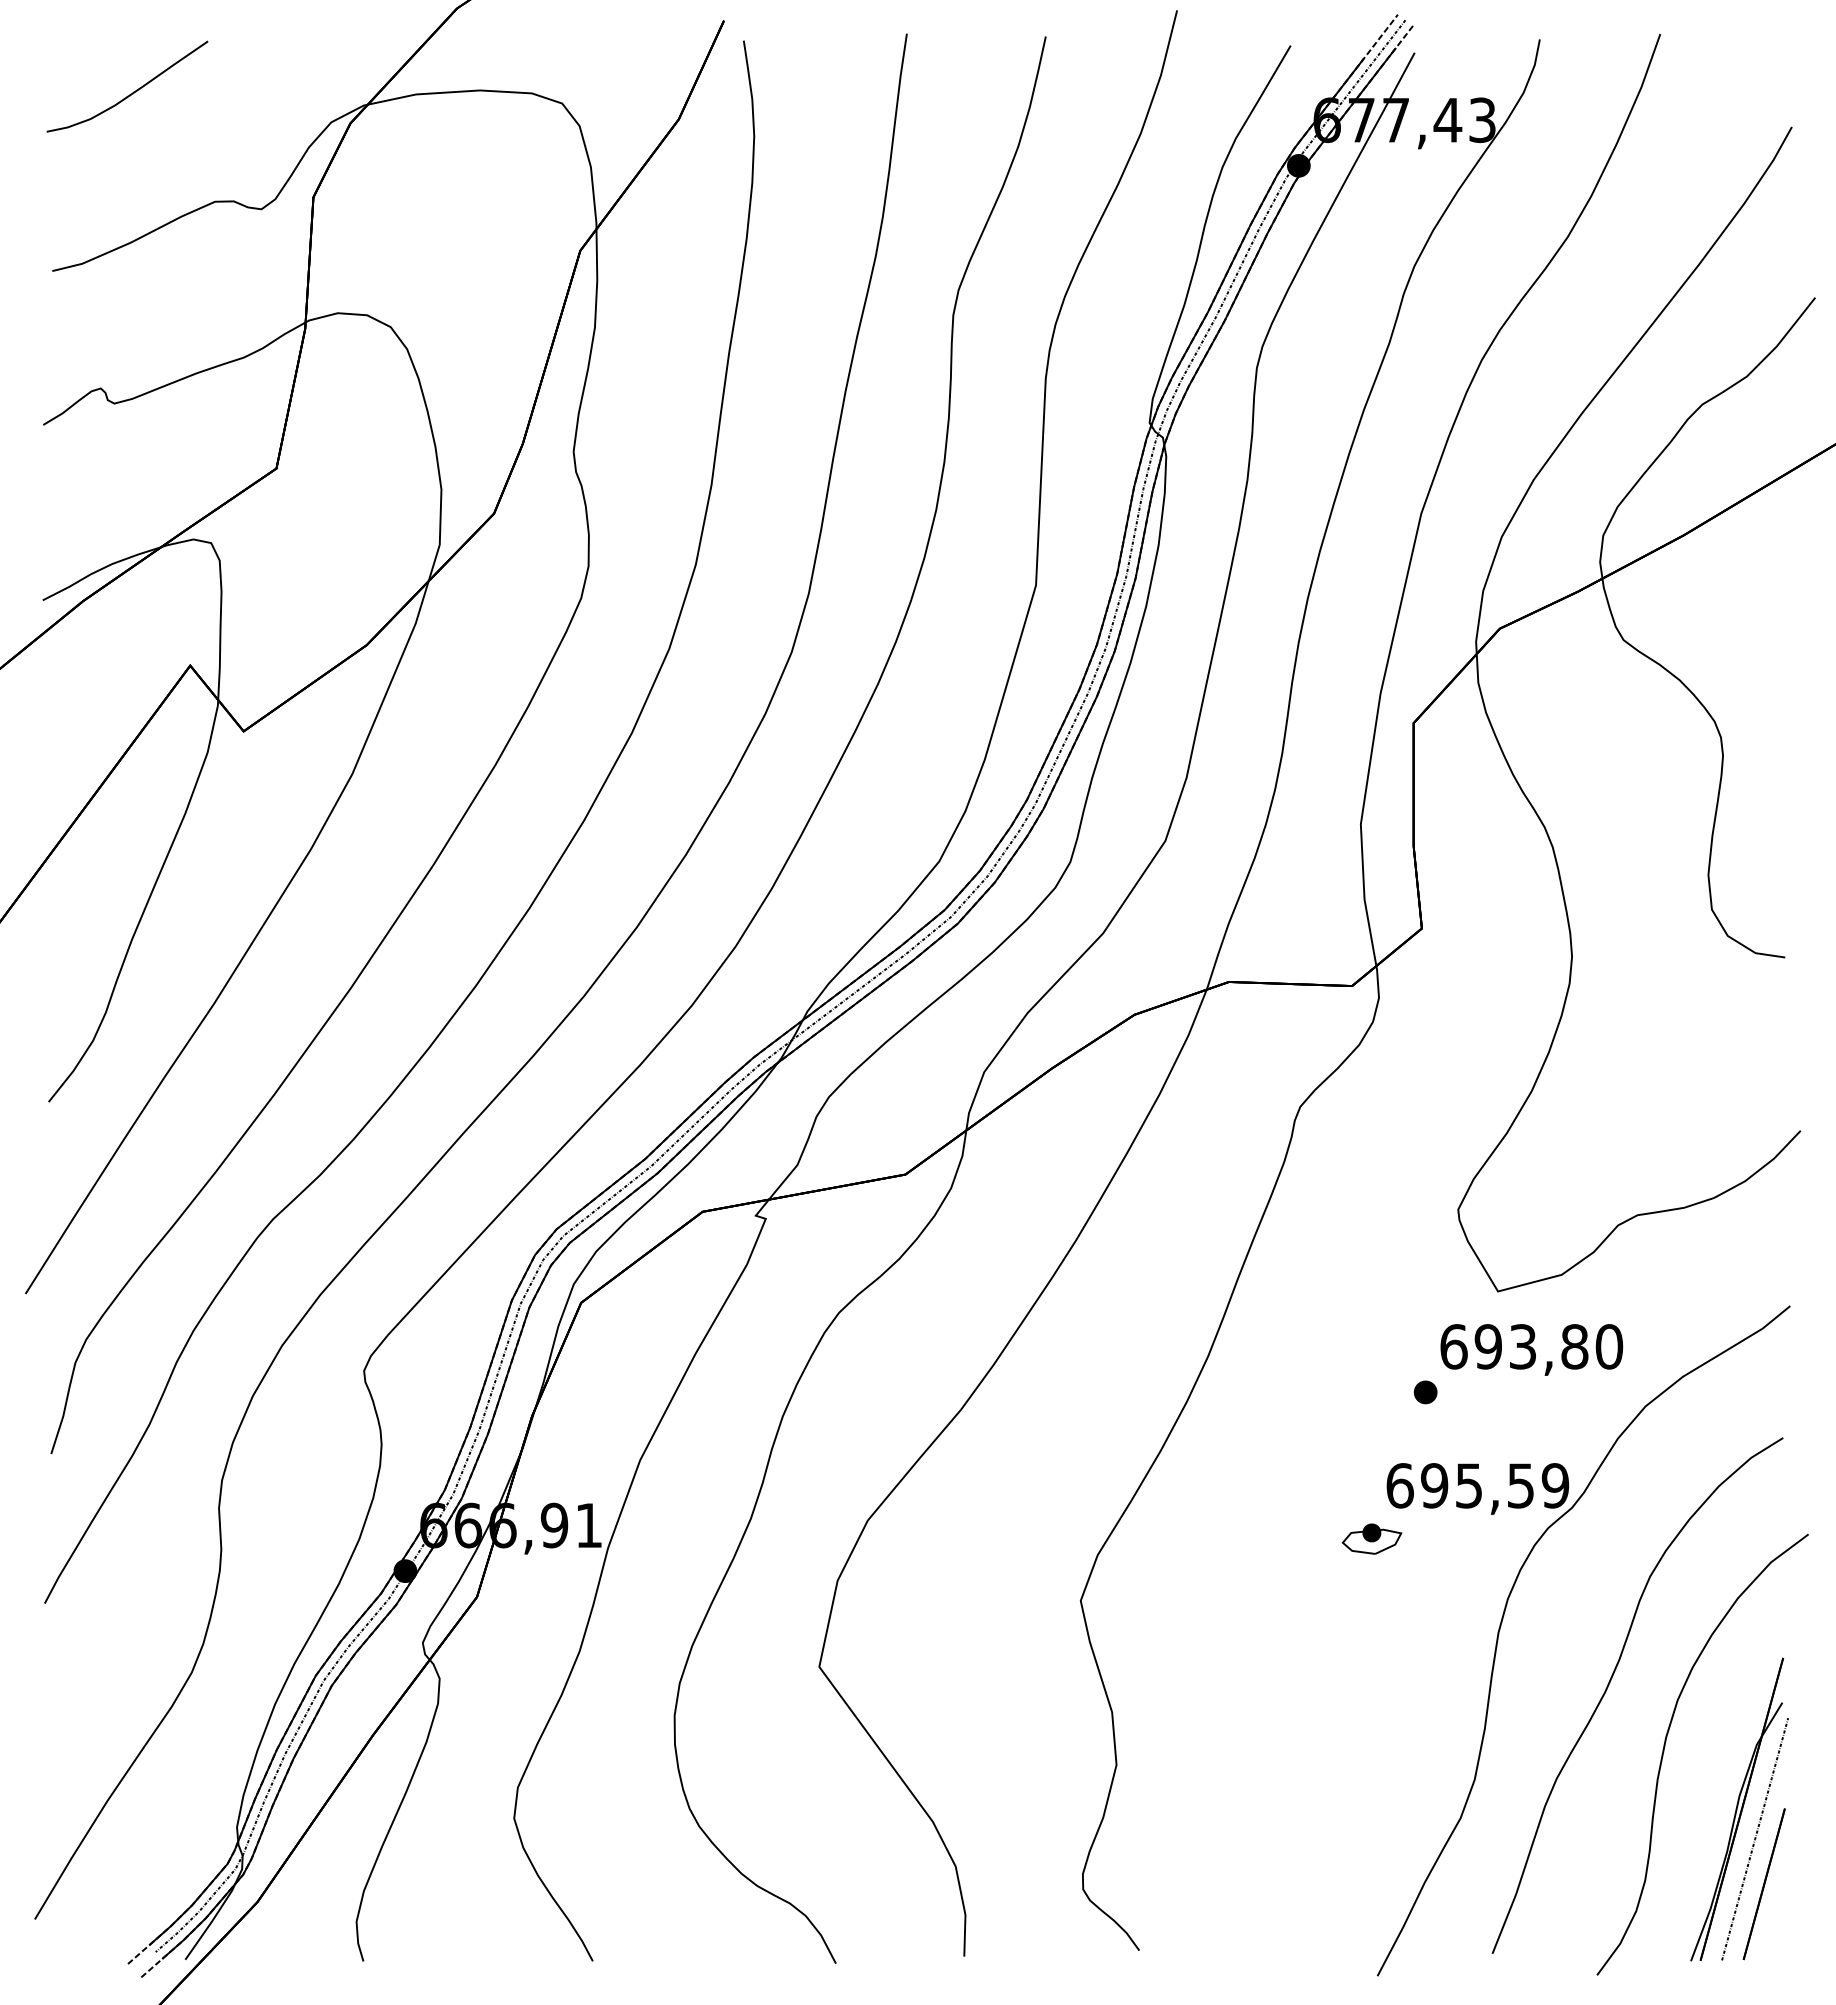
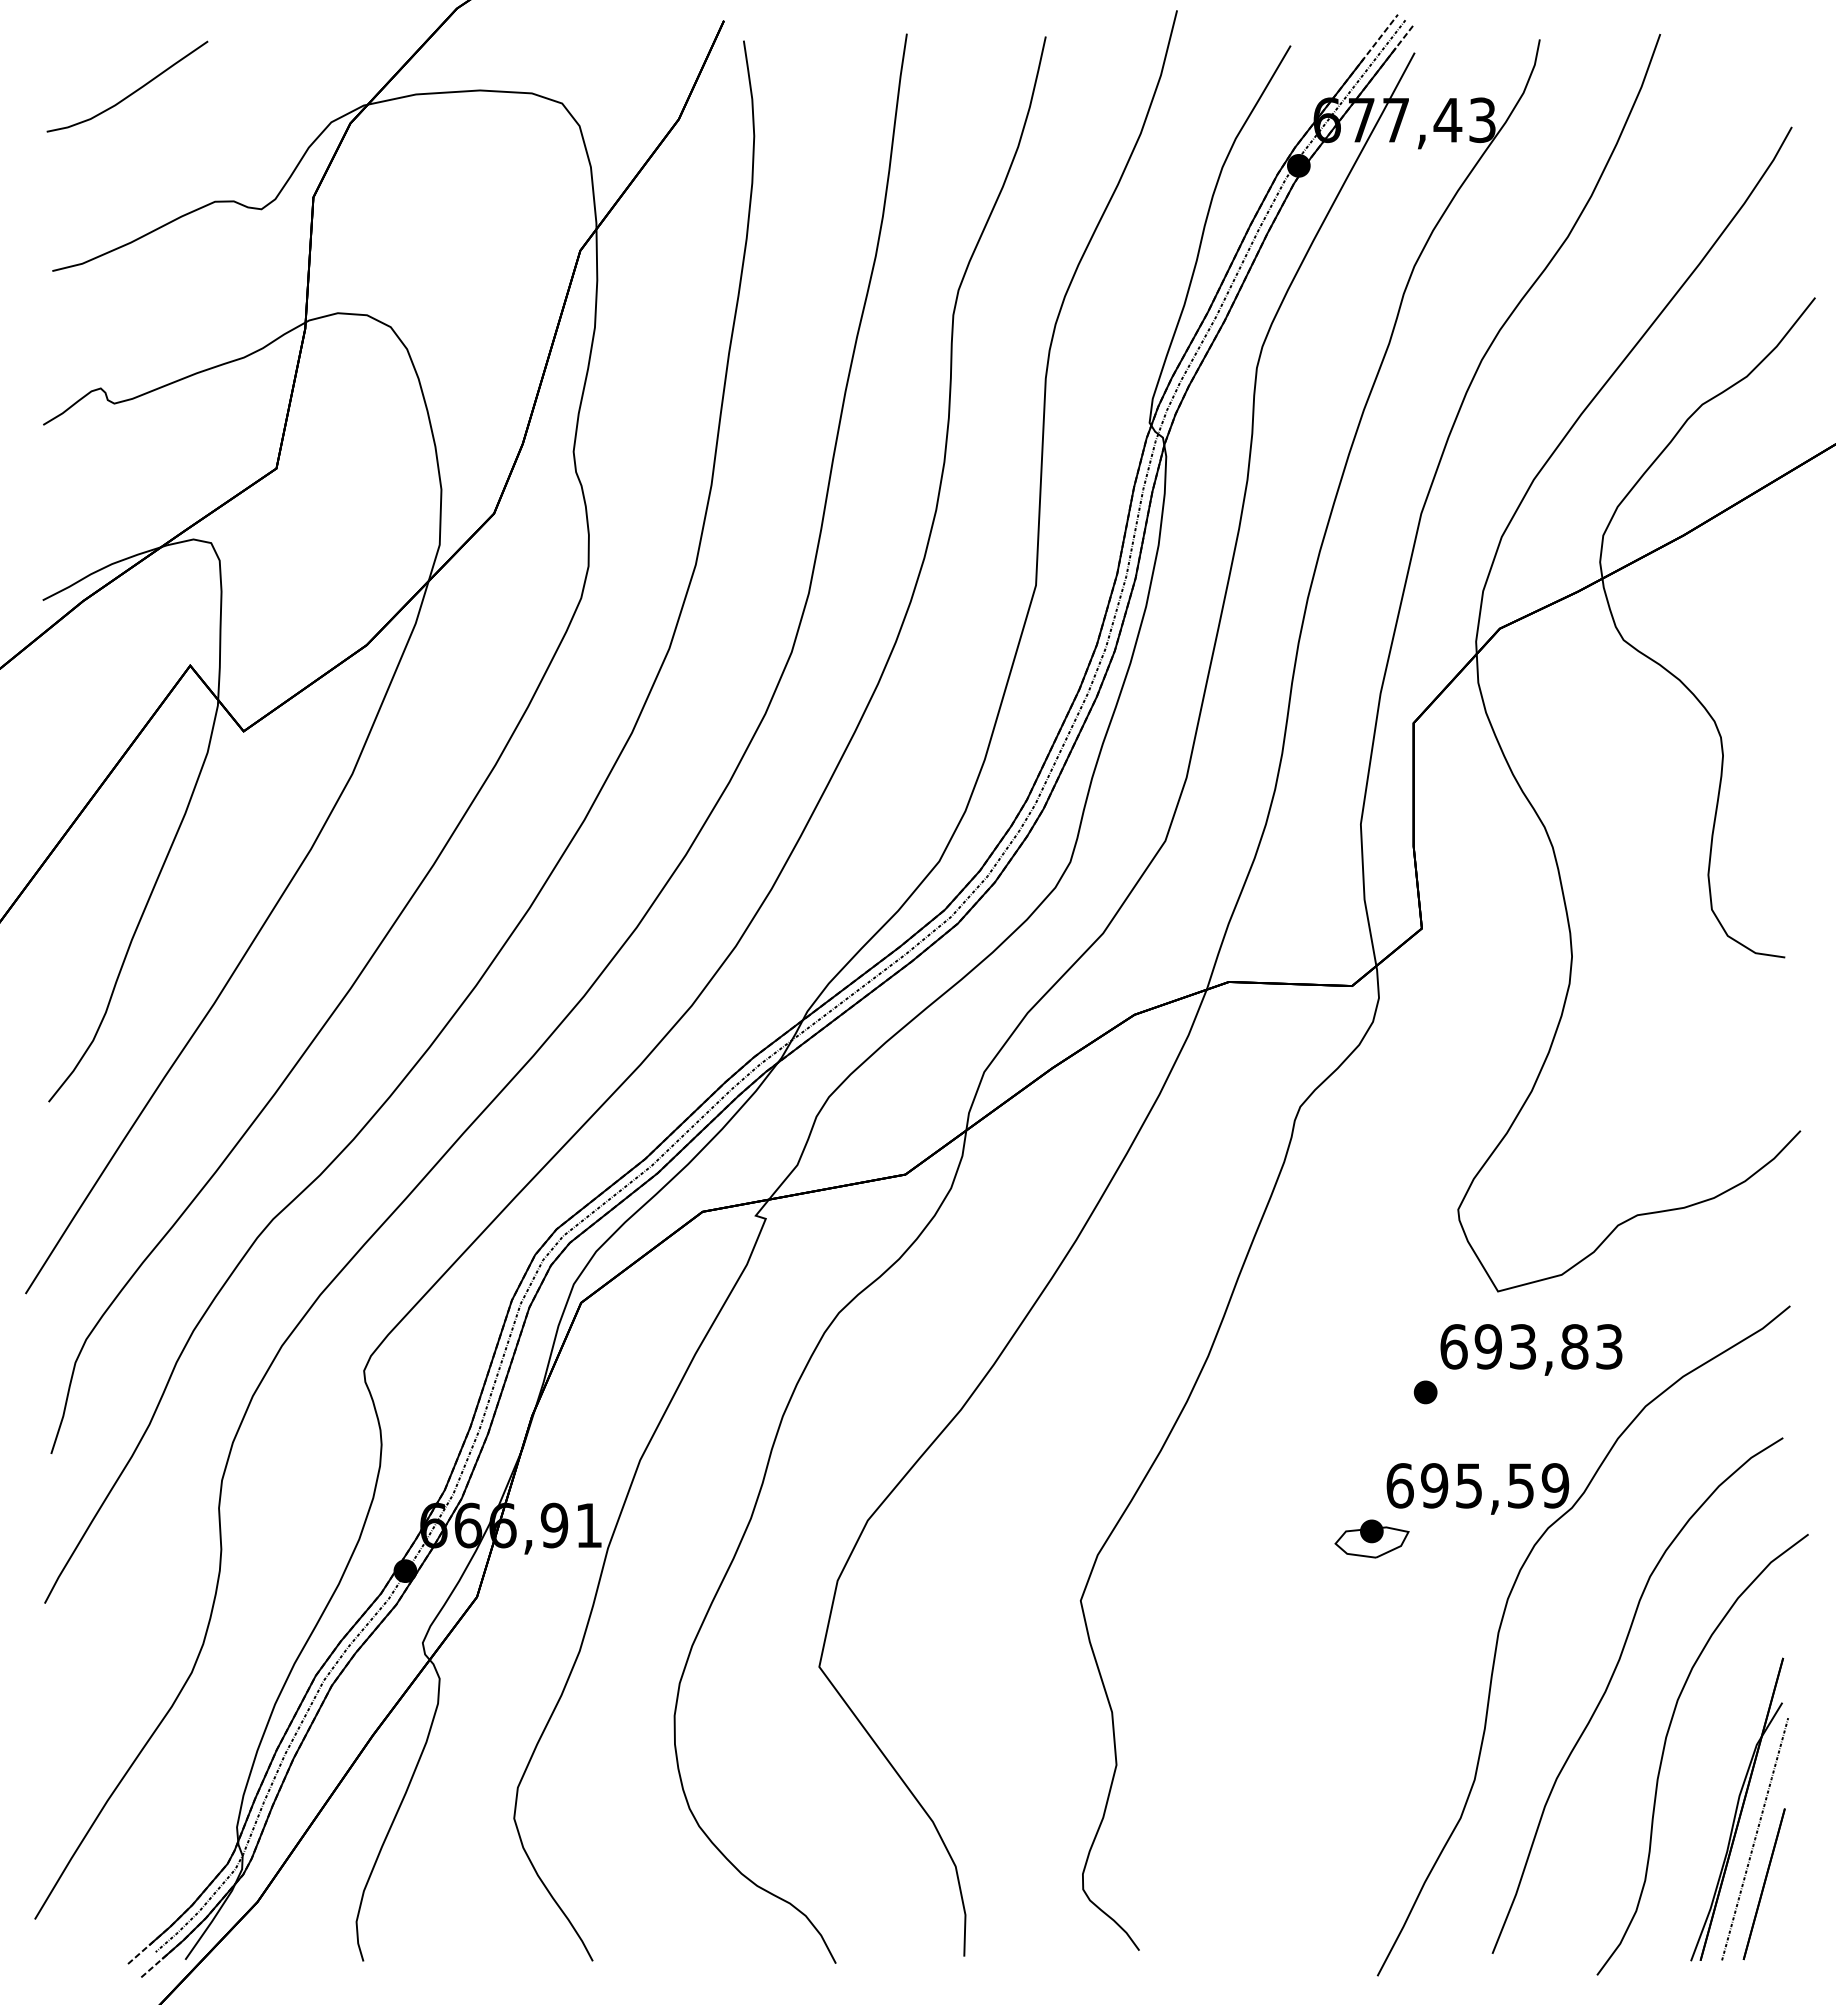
text at (1609, 1346): 693,80 -> 693,83
part at (1371, 1538) size: 62x32 px -> 76x40 px
